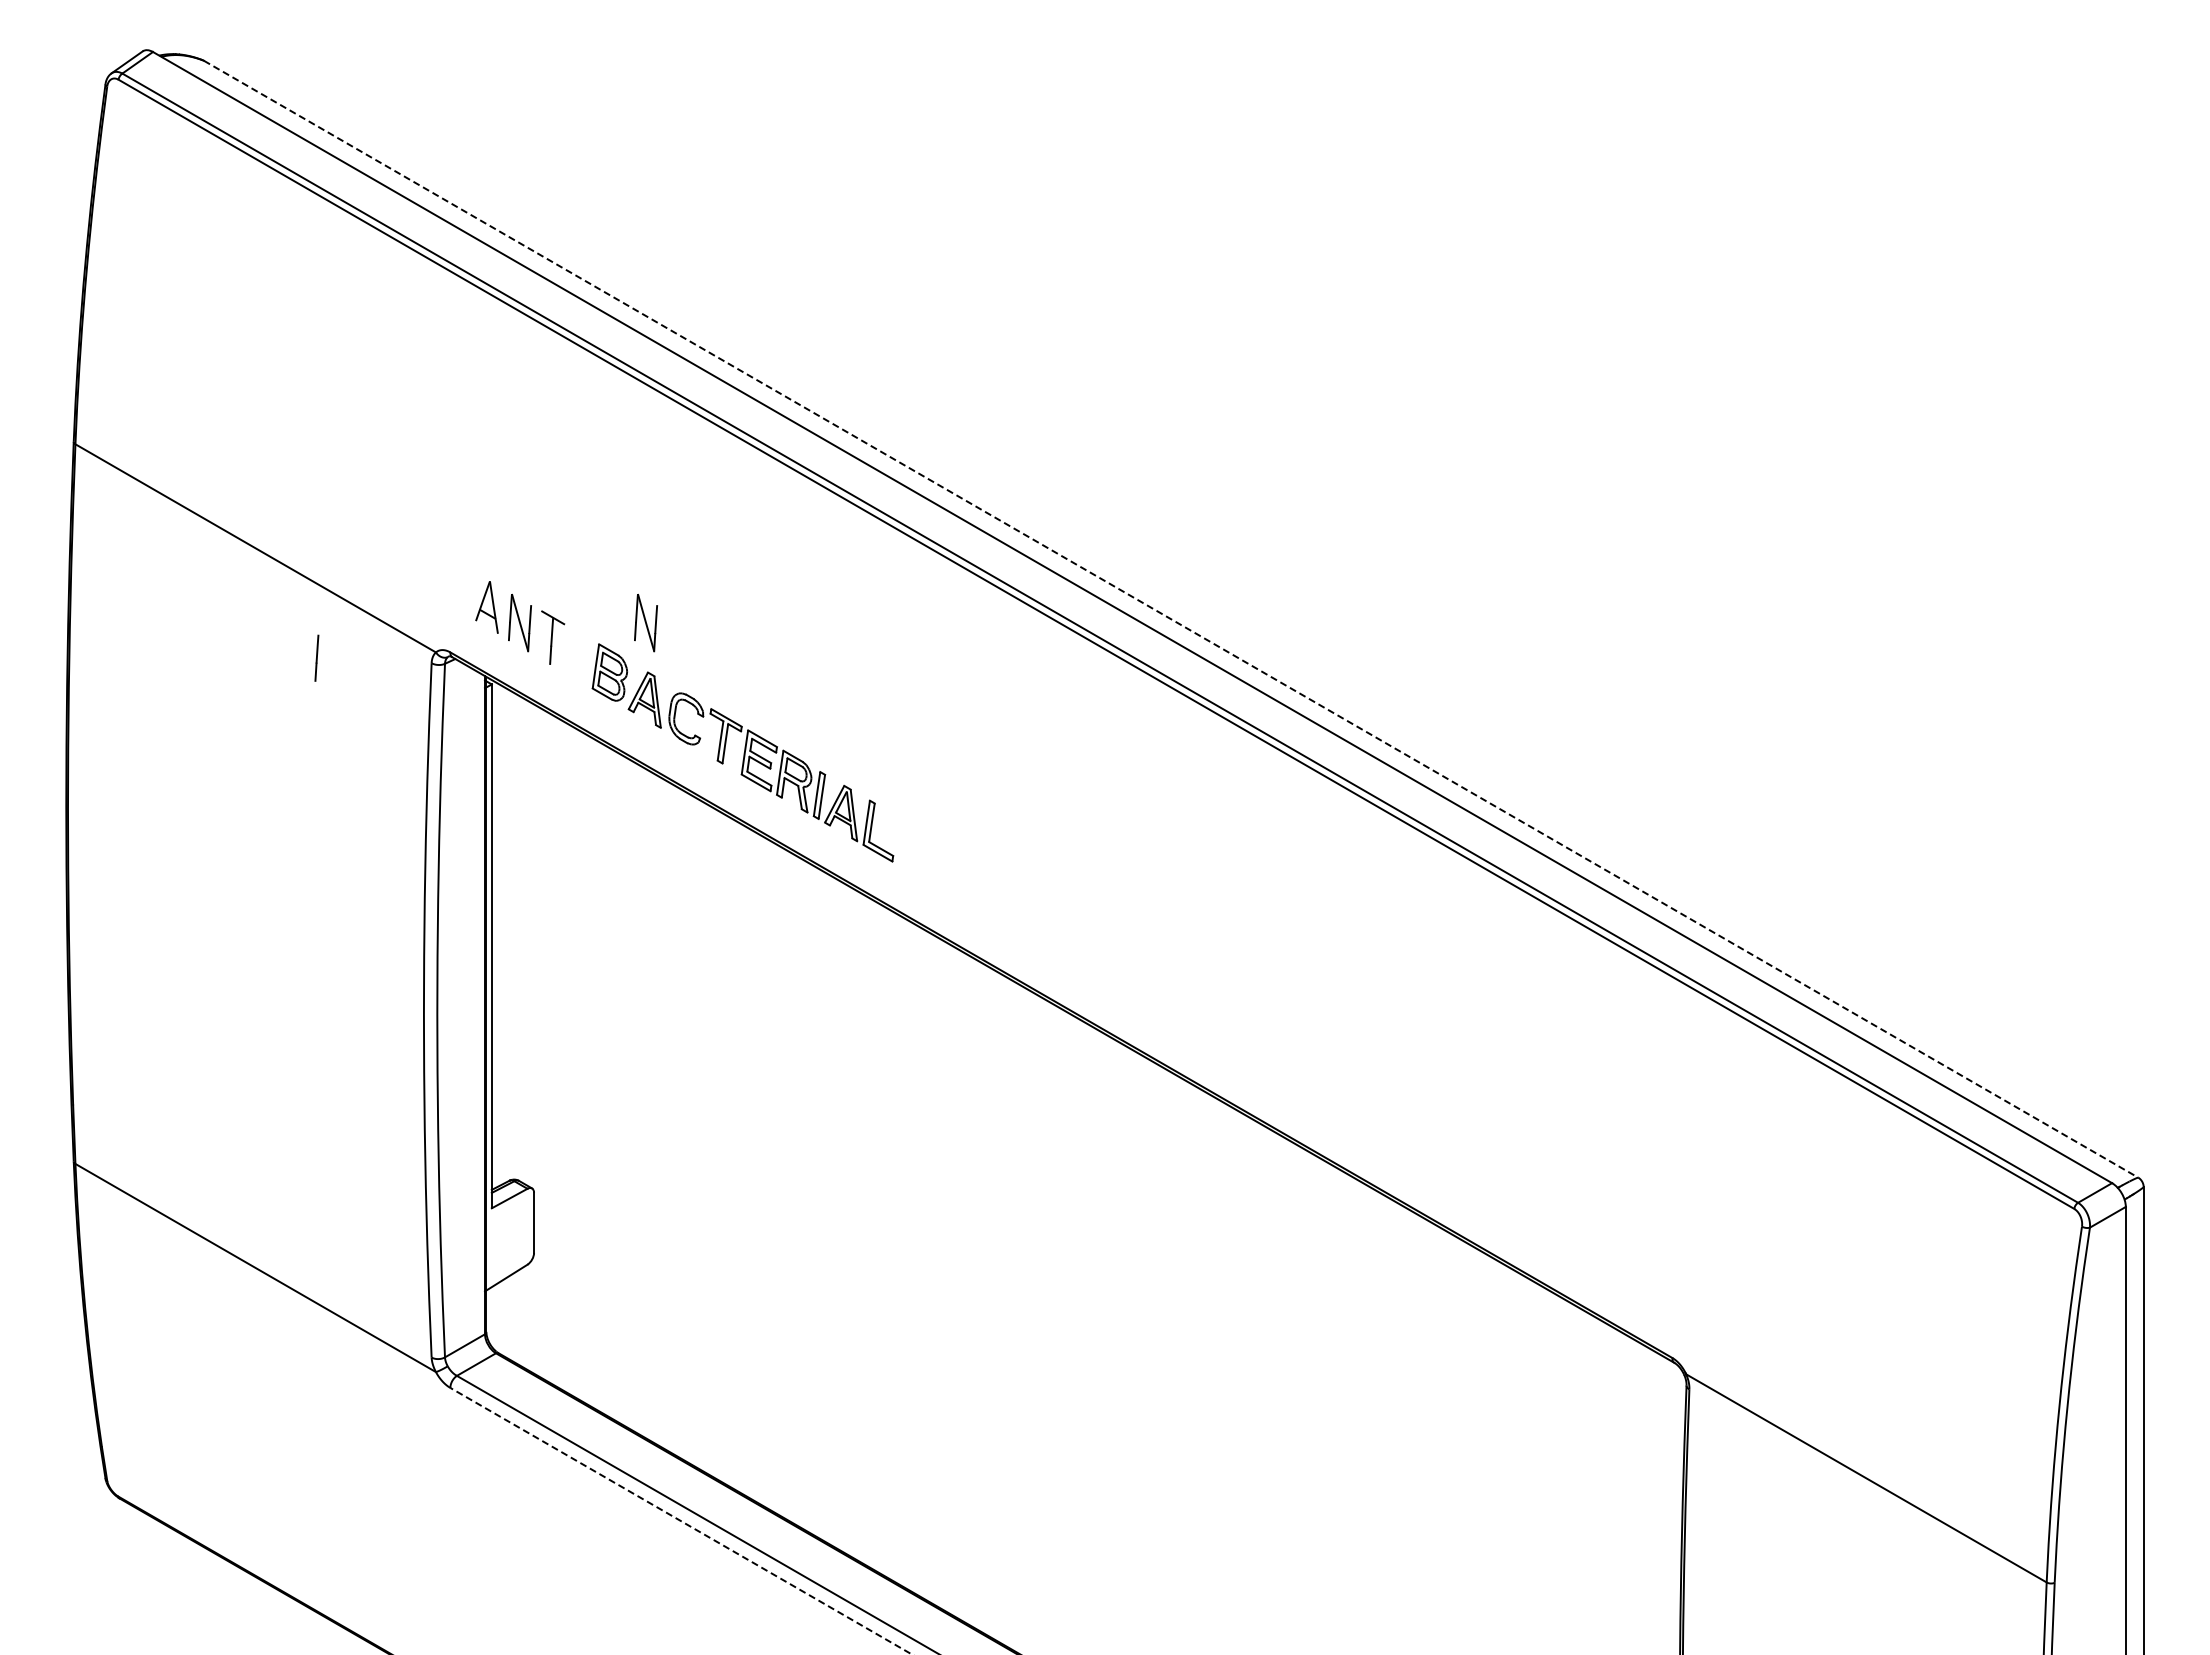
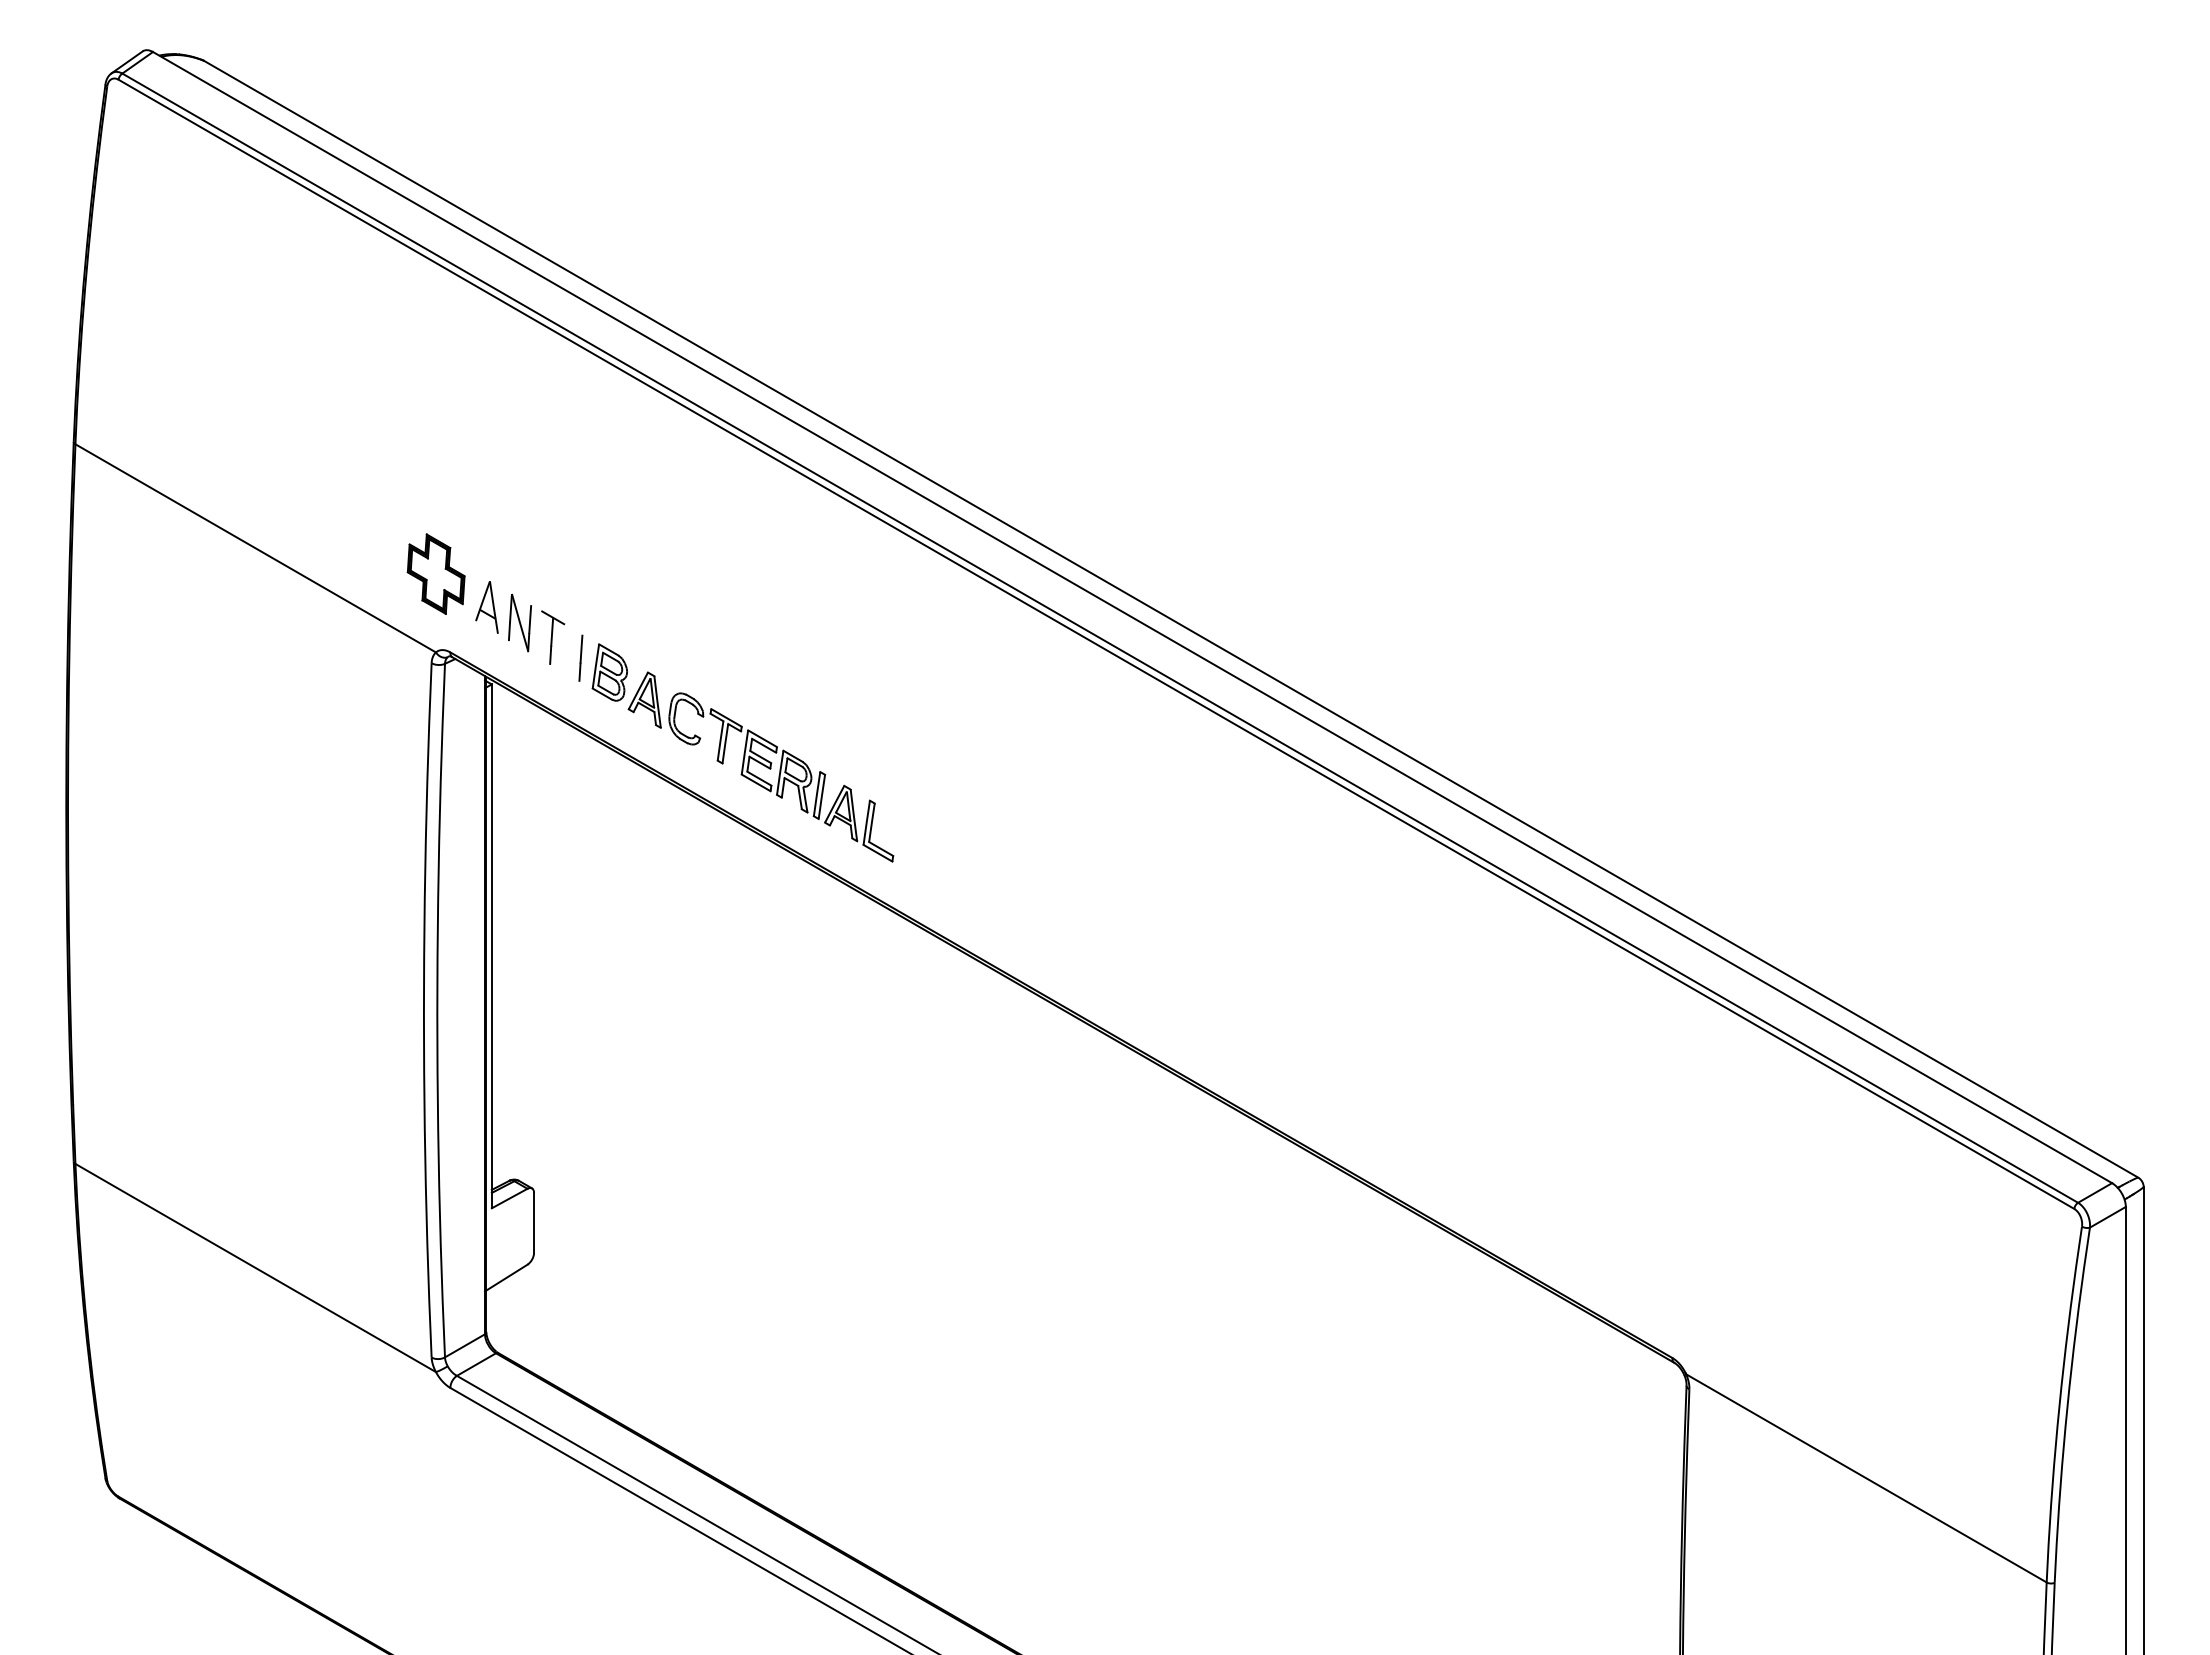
part at (435, 573): none -> present
line at (1171, 619): dashed -> solid
part at (645, 623): present -> none
line at (316, 657) position: (316, 657) -> (580, 657)
line at (681, 1521): dashed -> solid
